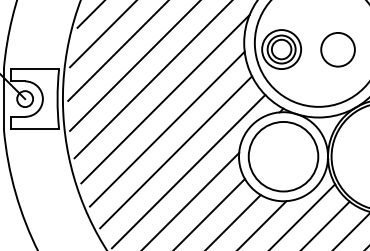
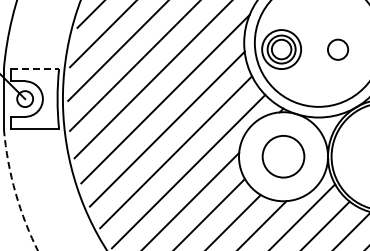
circle at (337, 49) diameter: 34 px -> 20 px
line at (35, 68): solid -> dashed
circle at (283, 156) diameter: 70 px -> 42 px
arc at (15, 191): solid -> dashed
